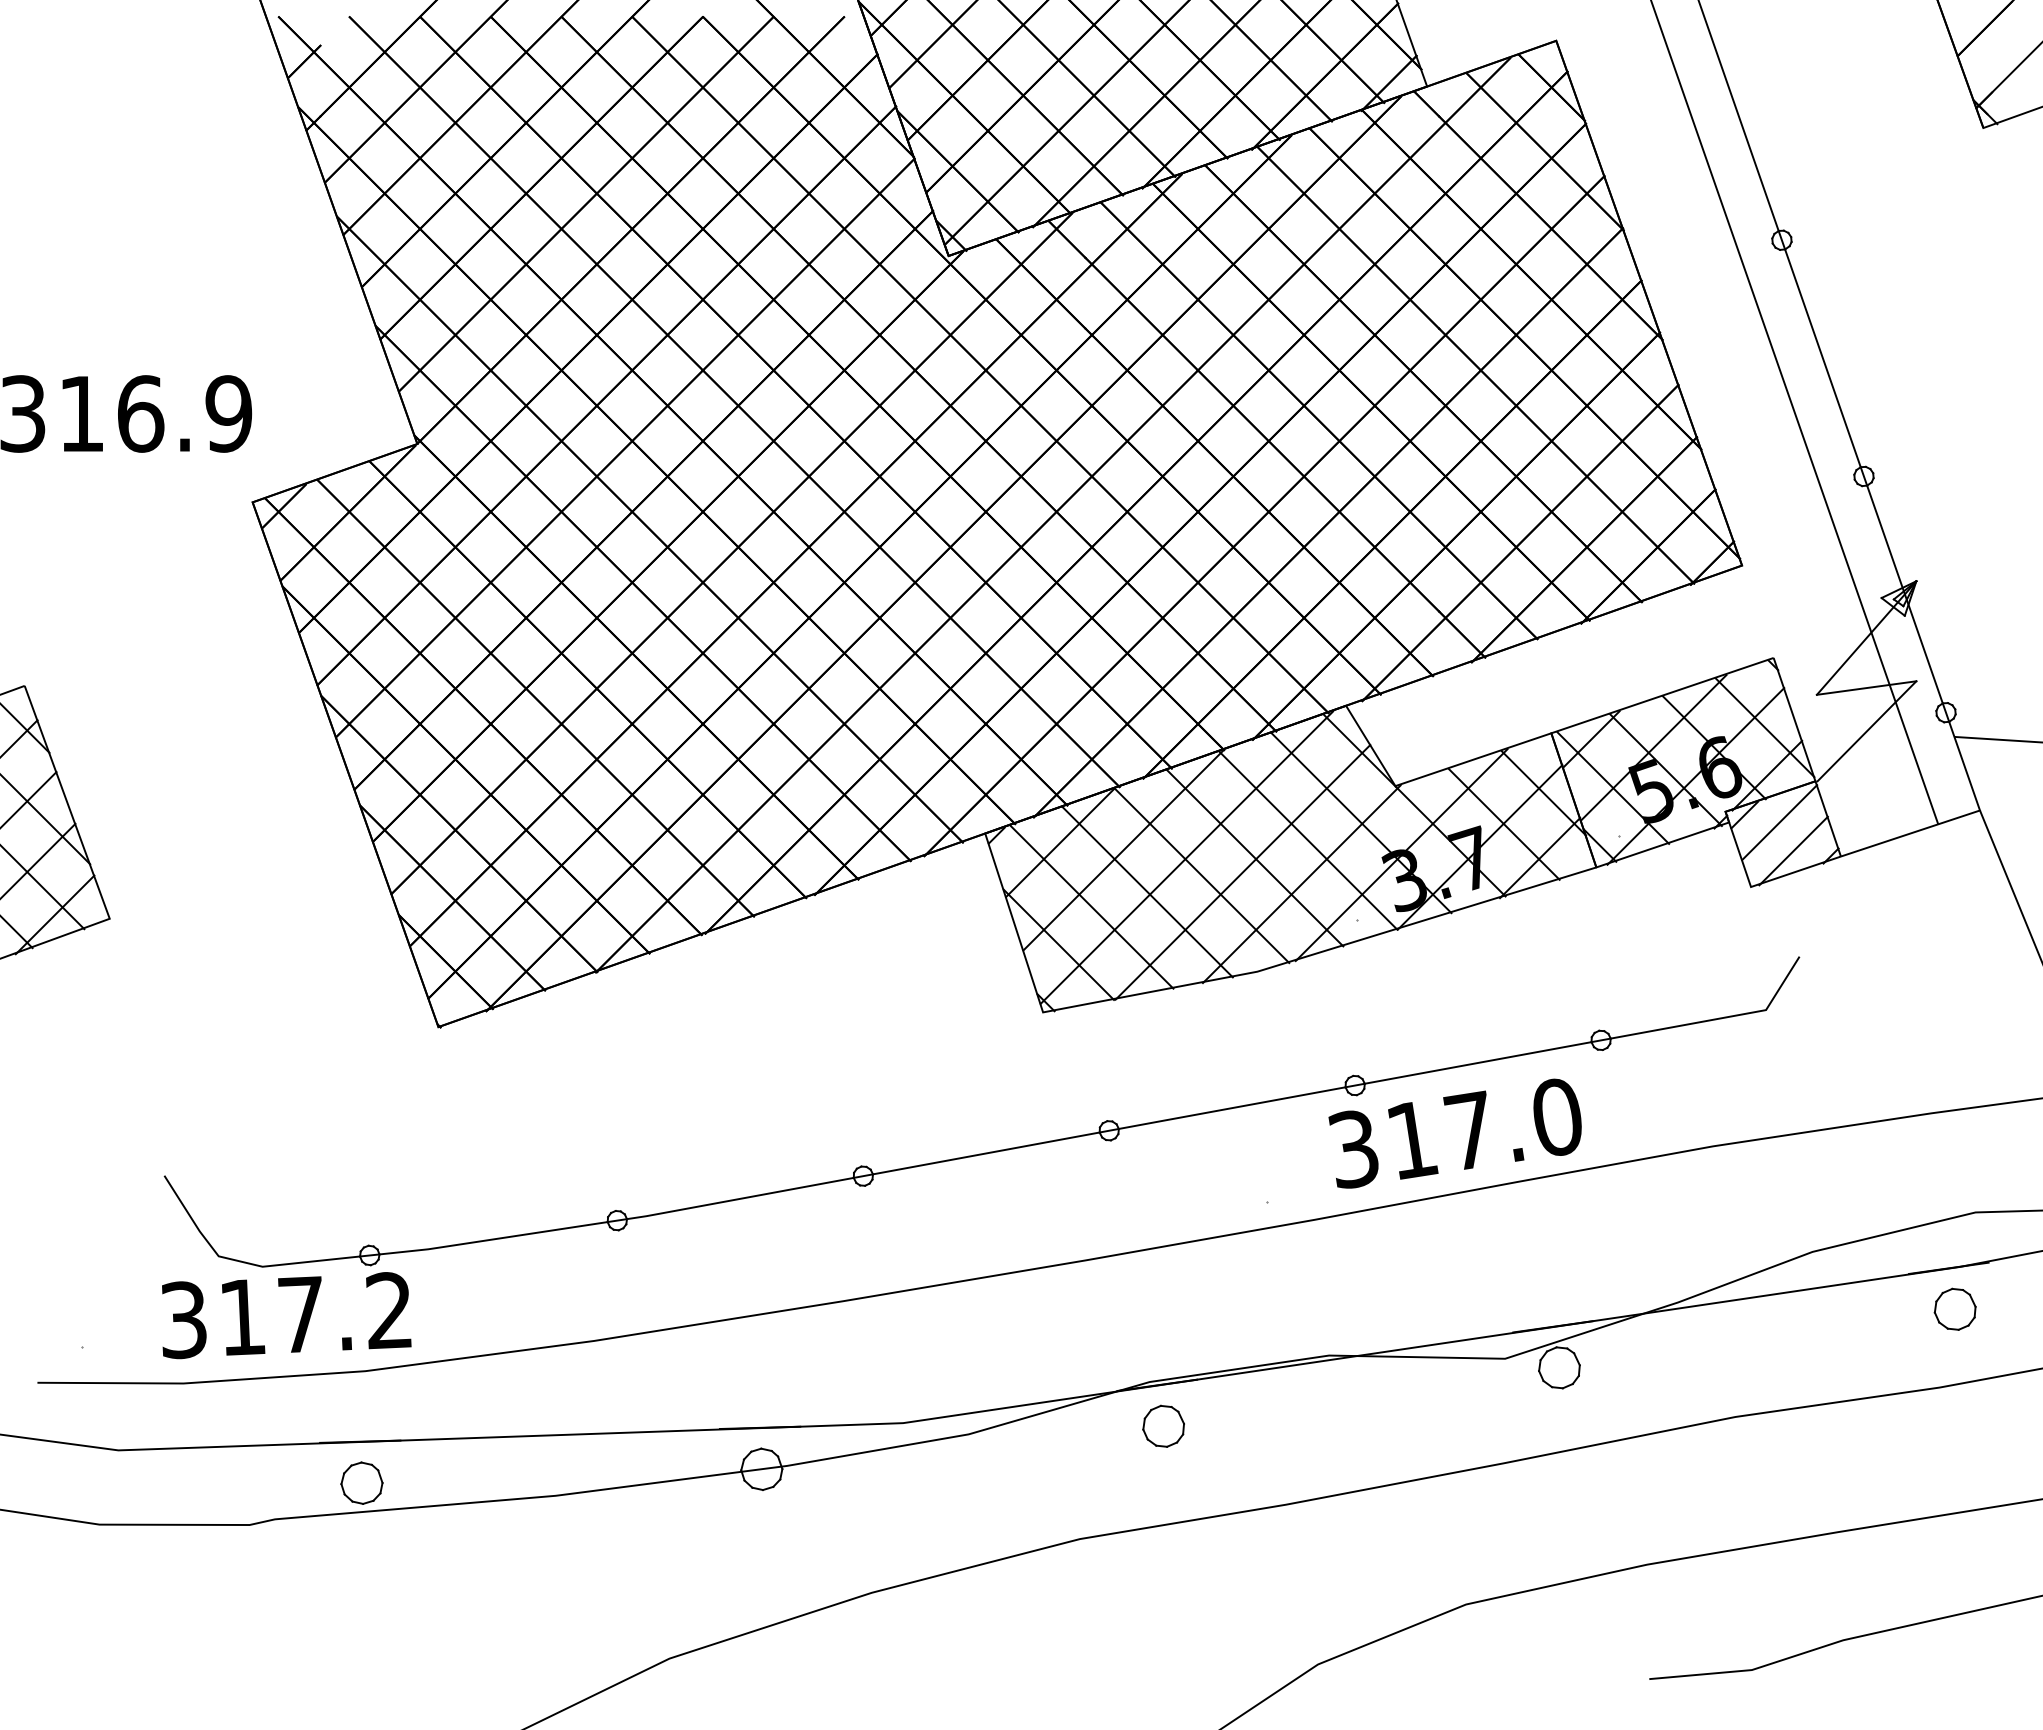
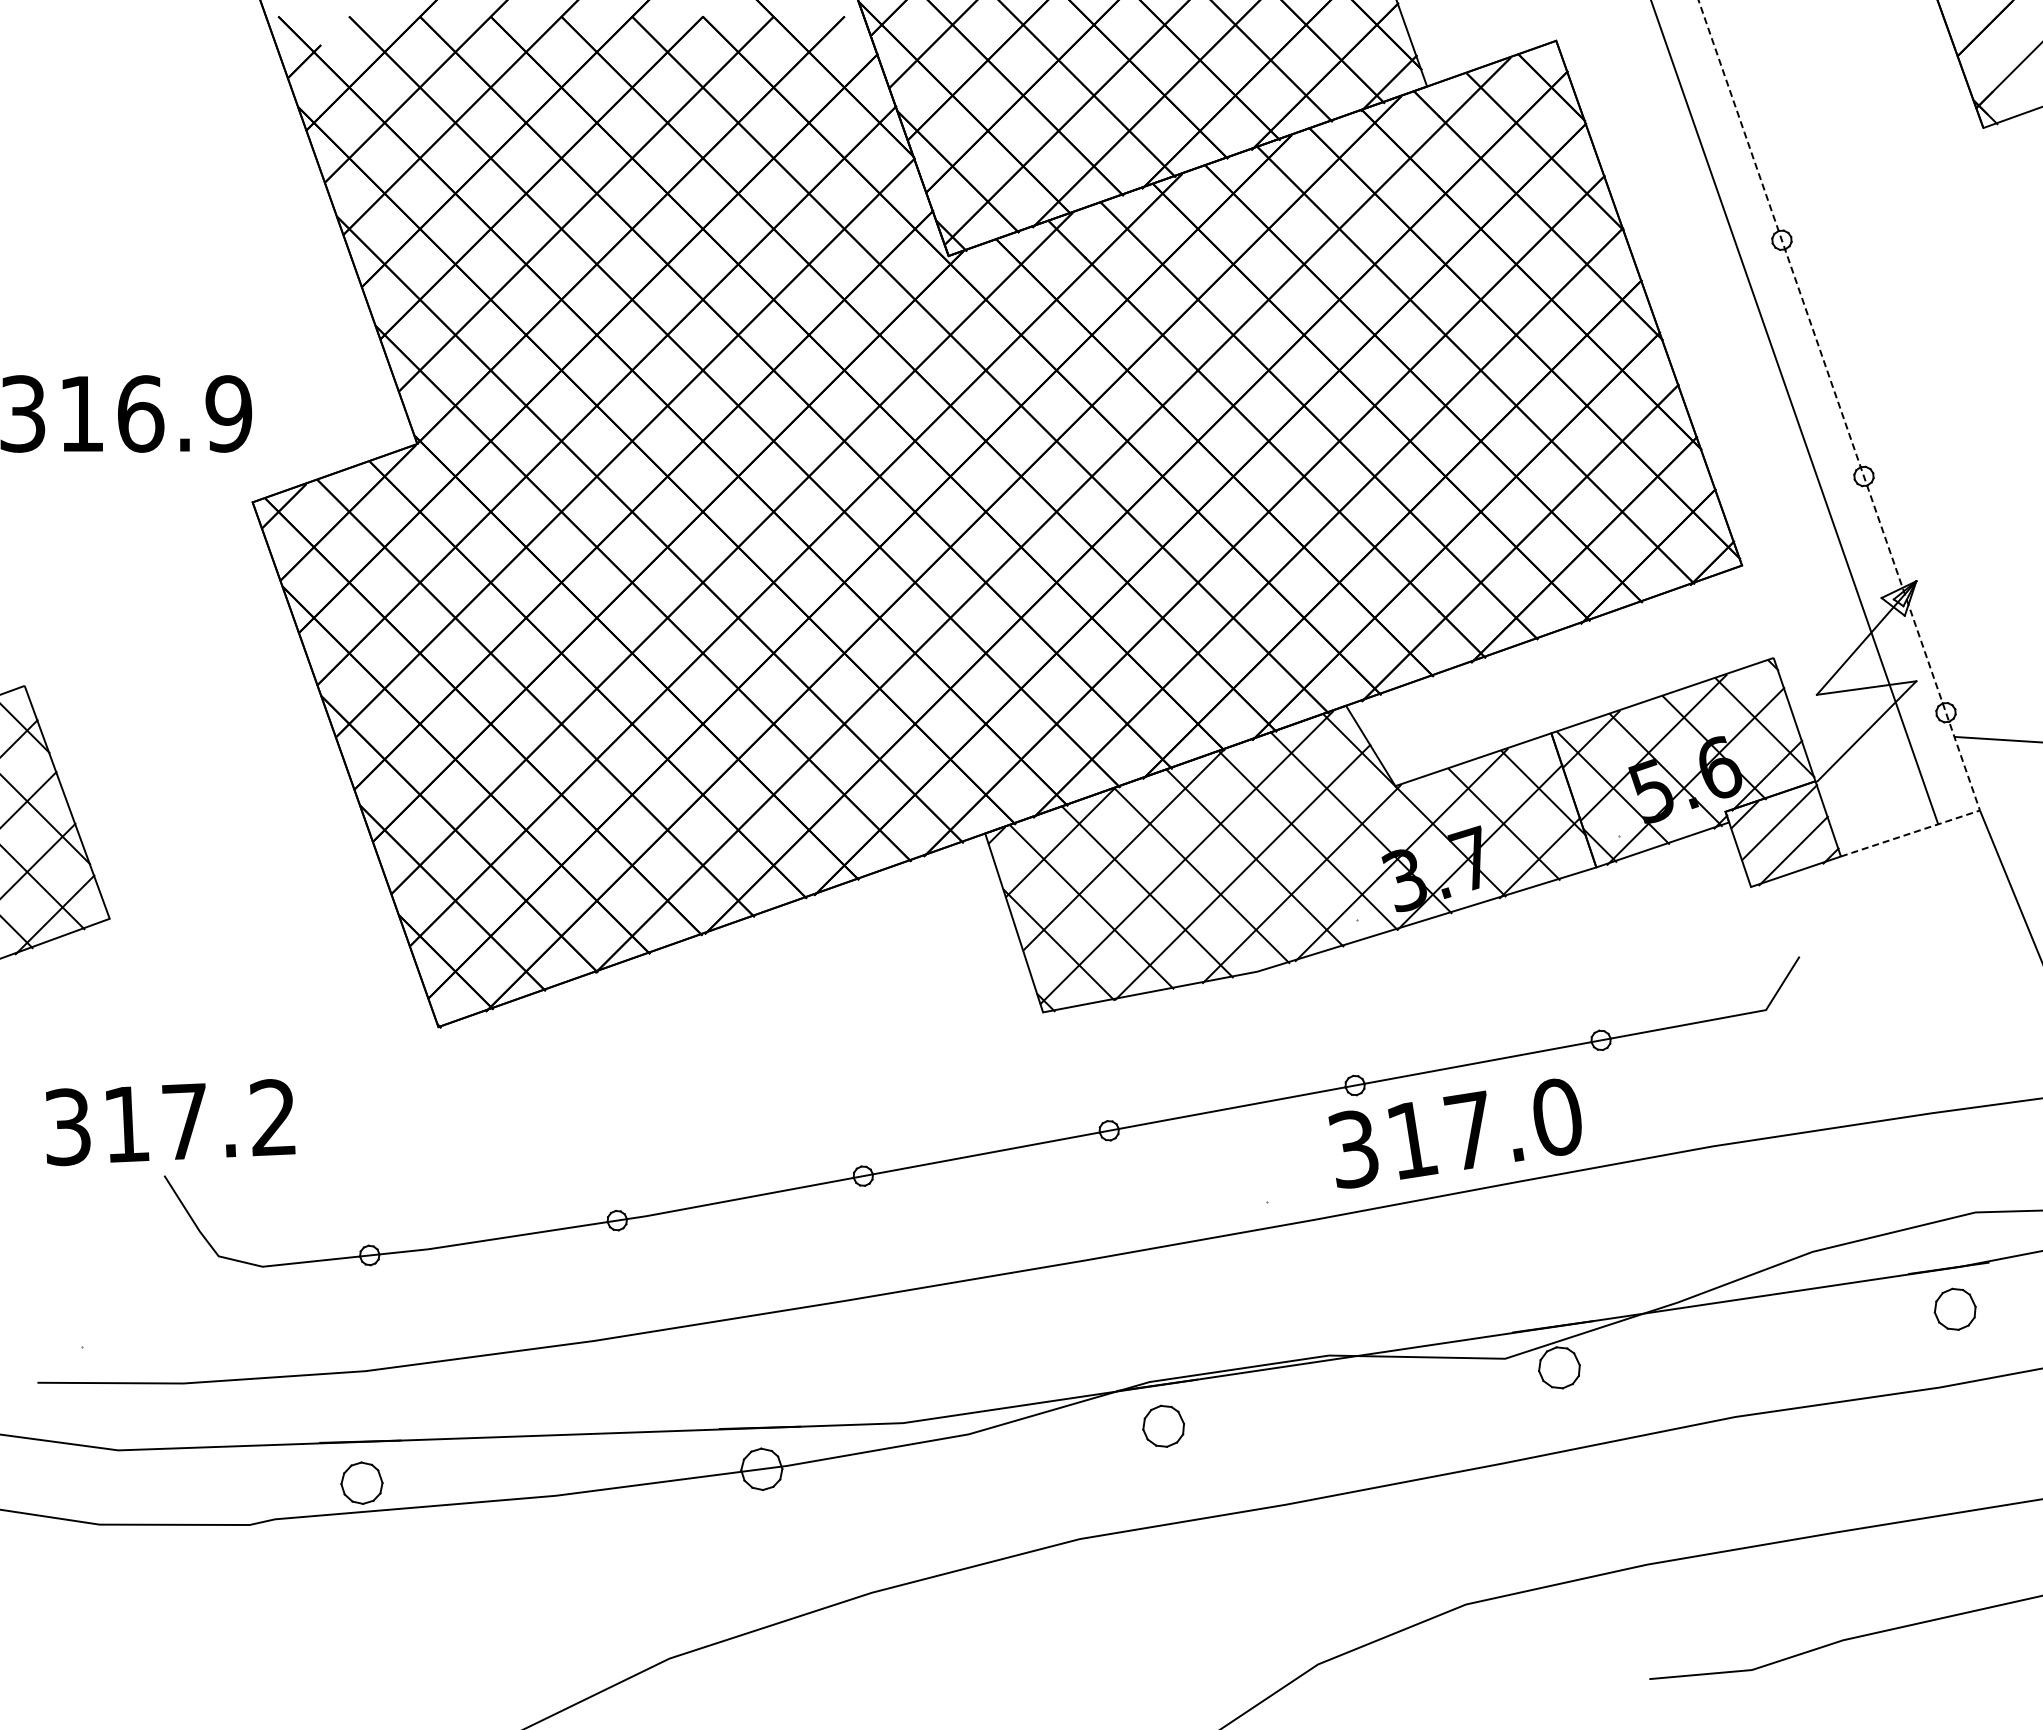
line at (1863, 475): solid -> dashed
text at (286, 1315) position: (286, 1315) -> (170, 1122)
